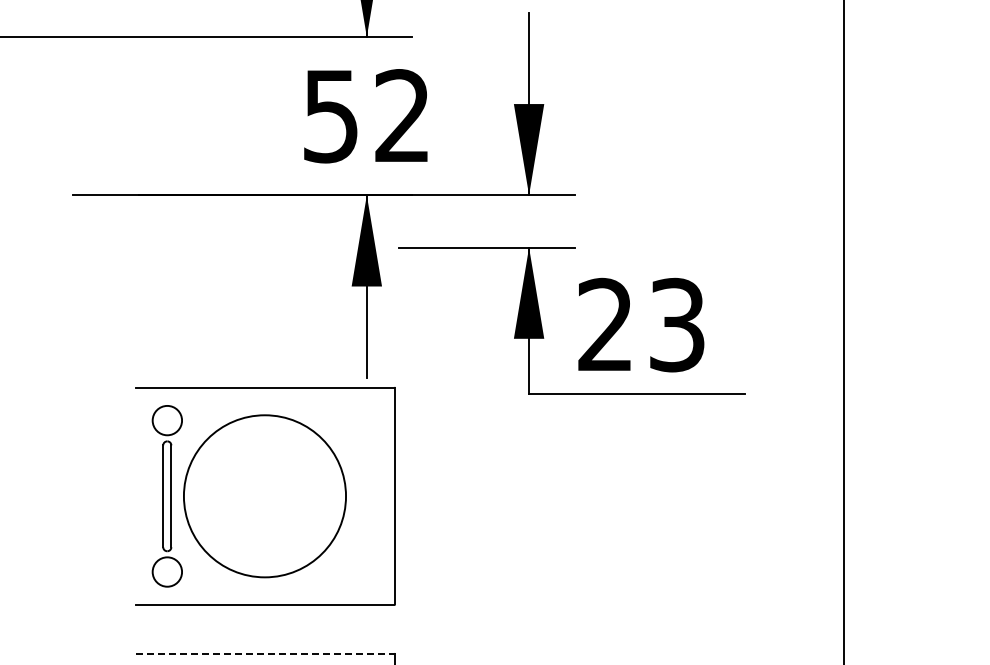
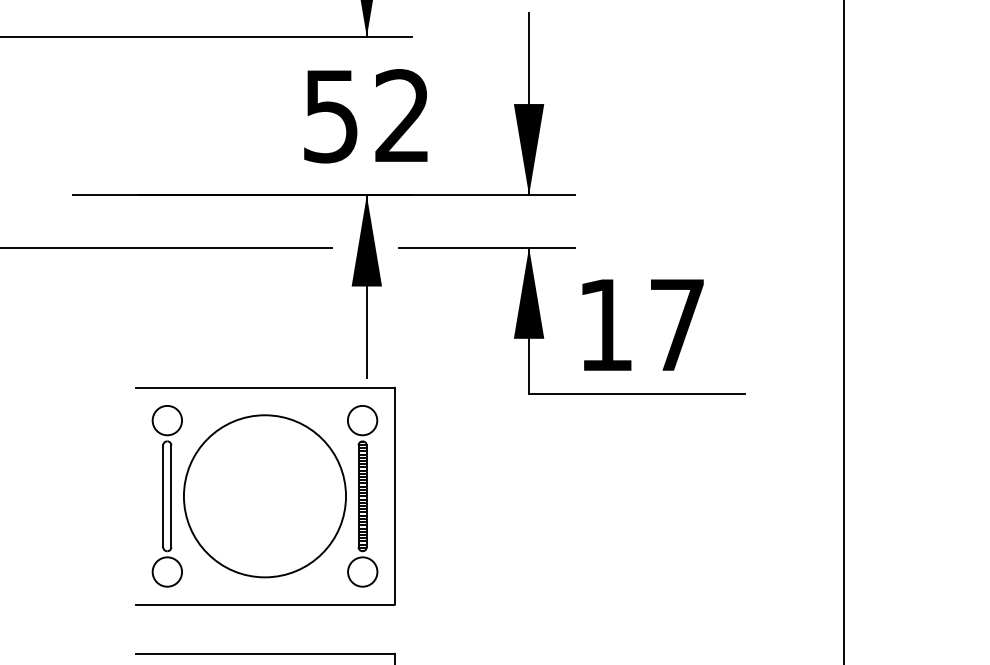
line at (167, 247): none -> present
text at (641, 324): 23 -> 17
part at (362, 496): none -> present
line at (265, 653): dashed -> solid
